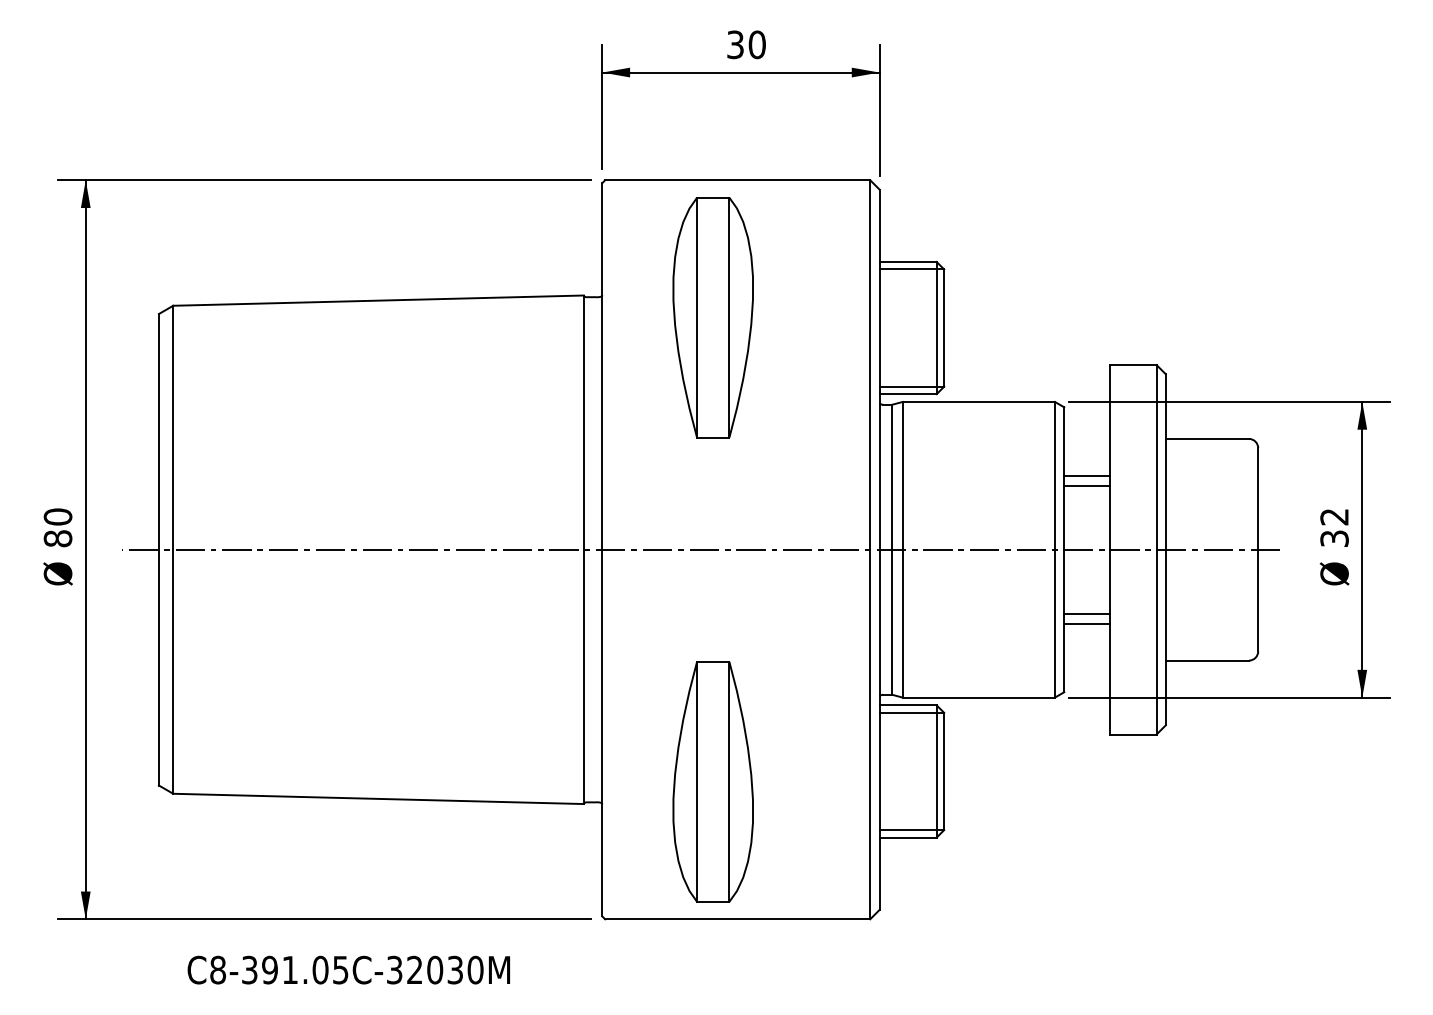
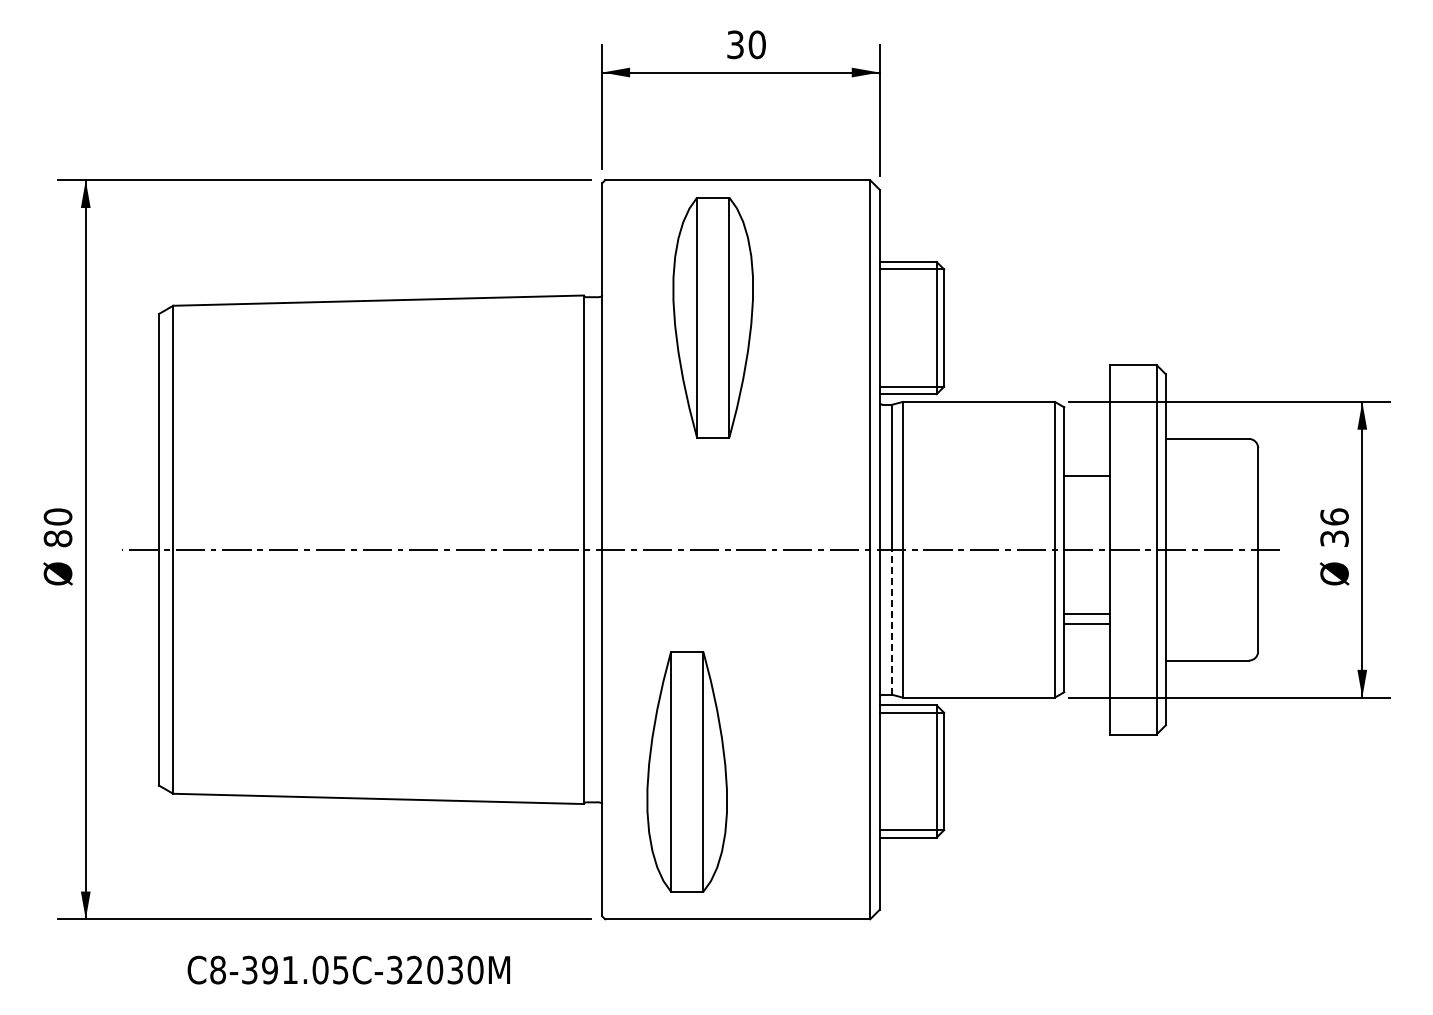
line at (1087, 486): present -> none
text at (1334, 516): 32 -> 36
line at (892, 622): solid -> dashed
part at (712, 781) position: (712, 781) -> (686, 771)
